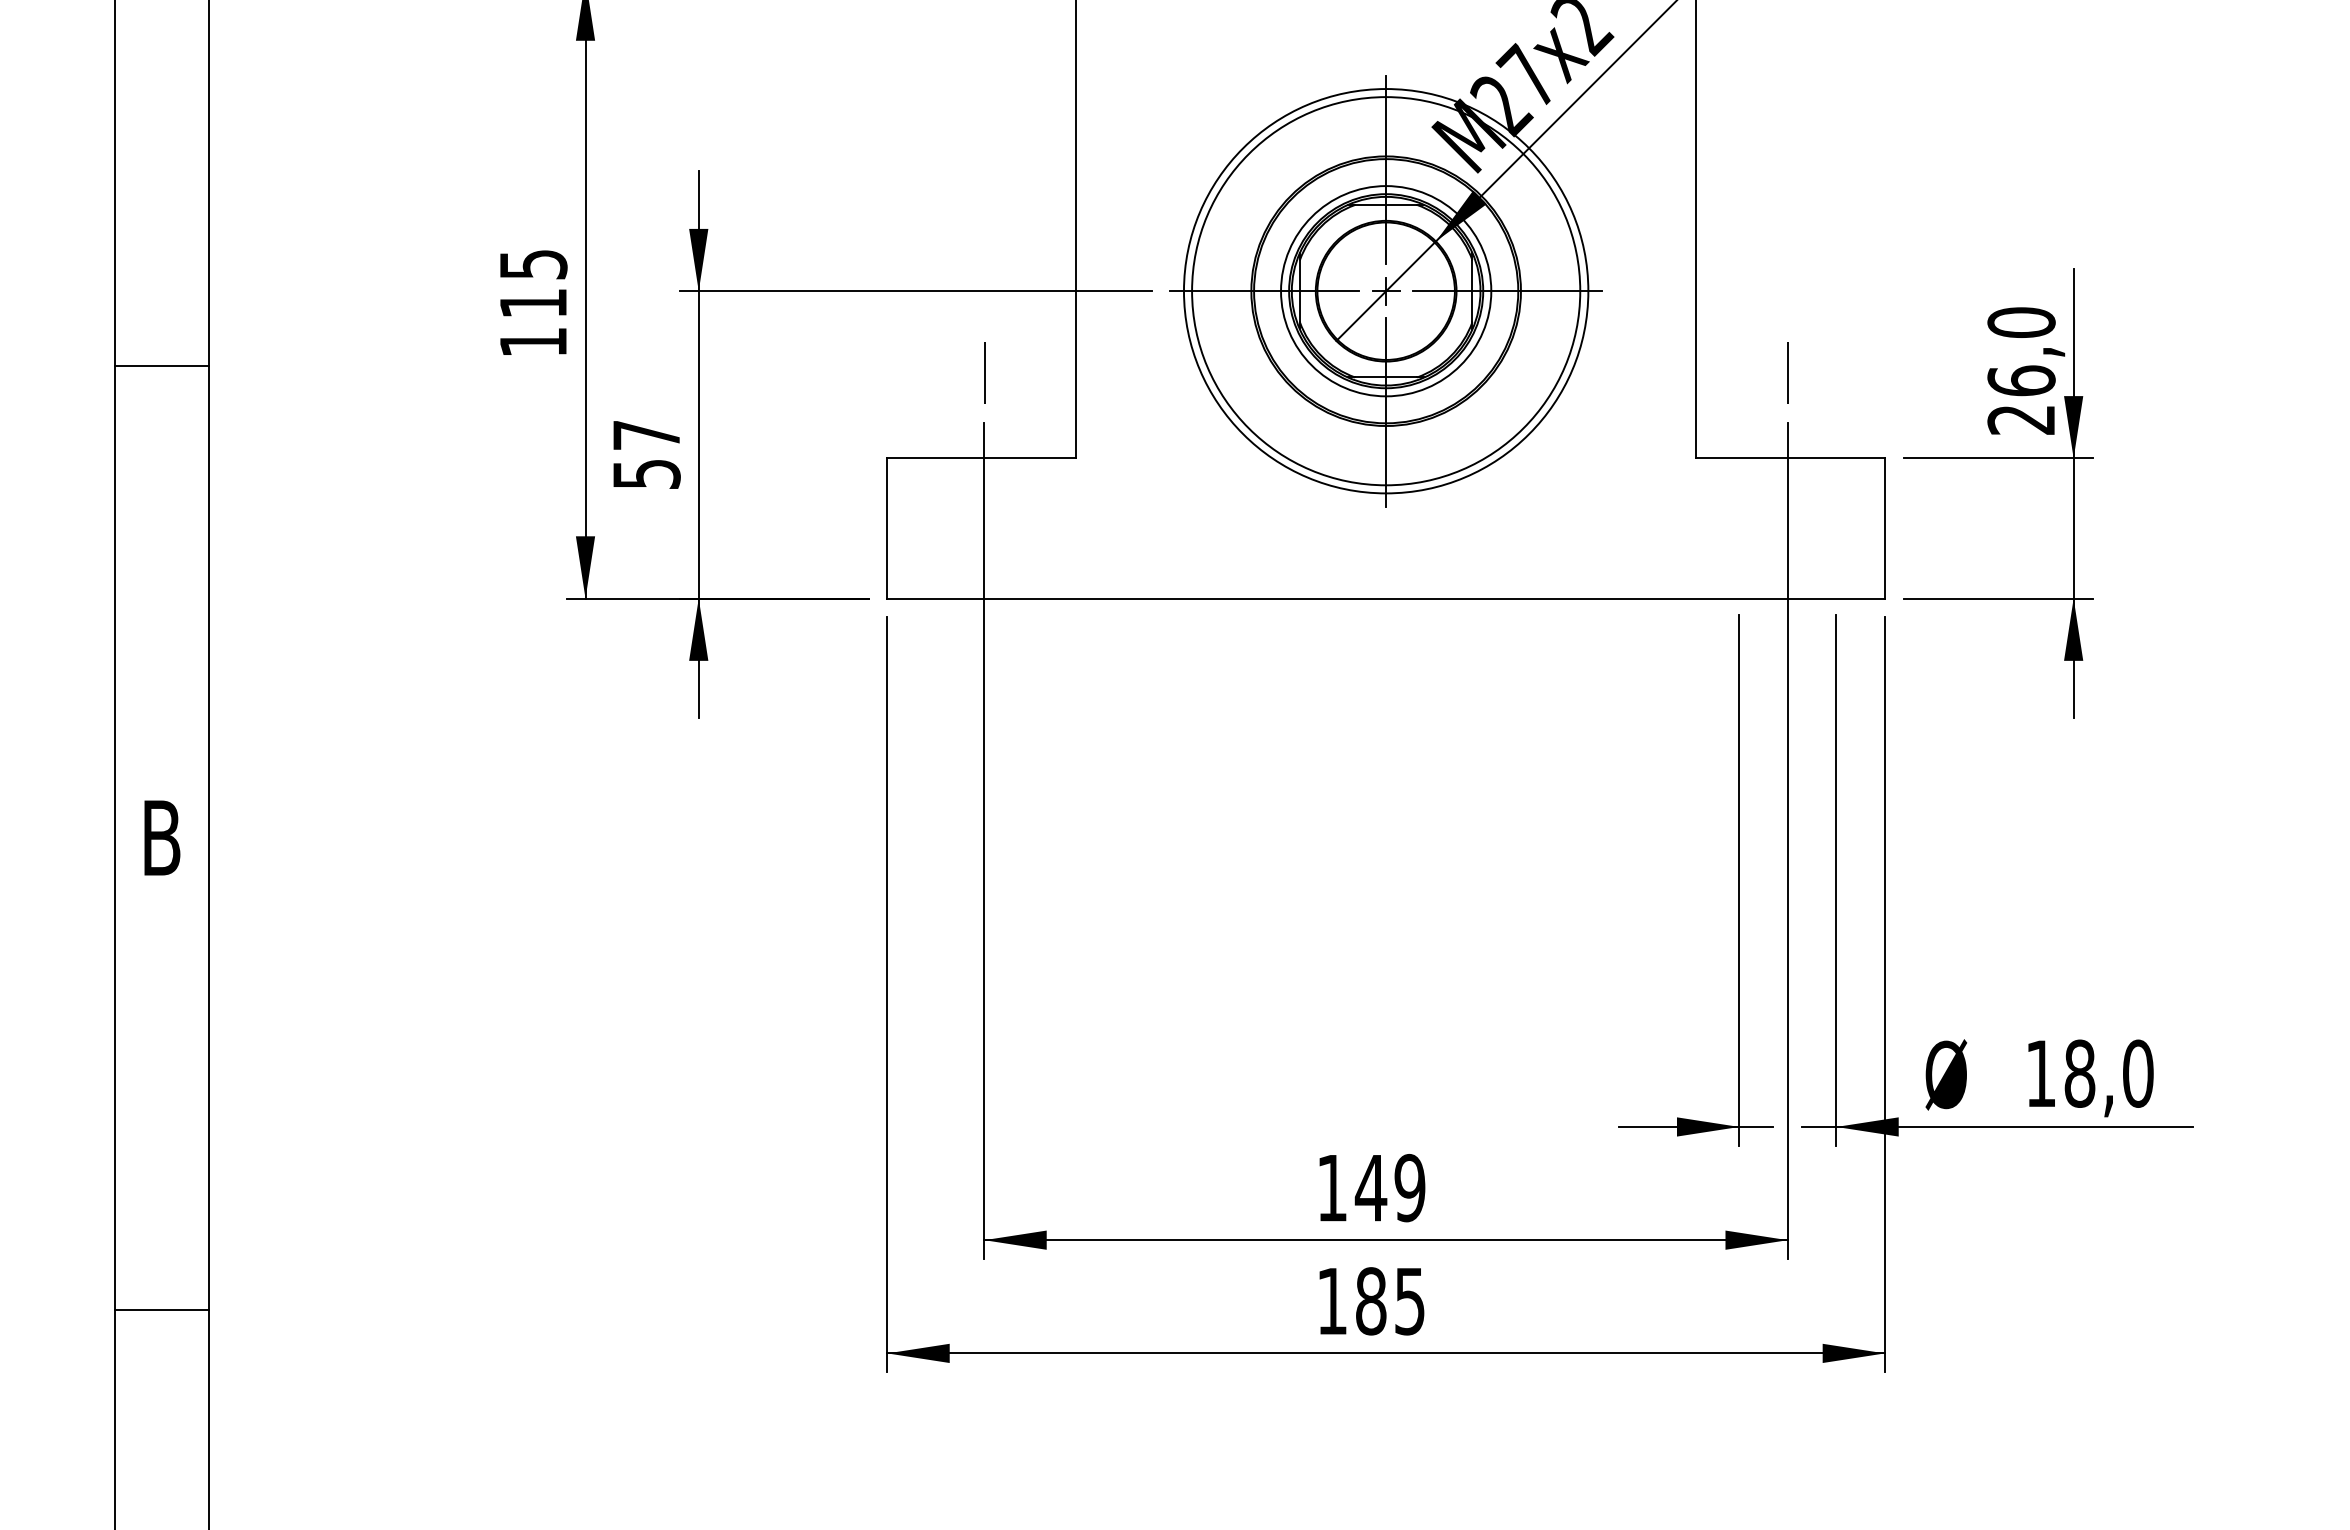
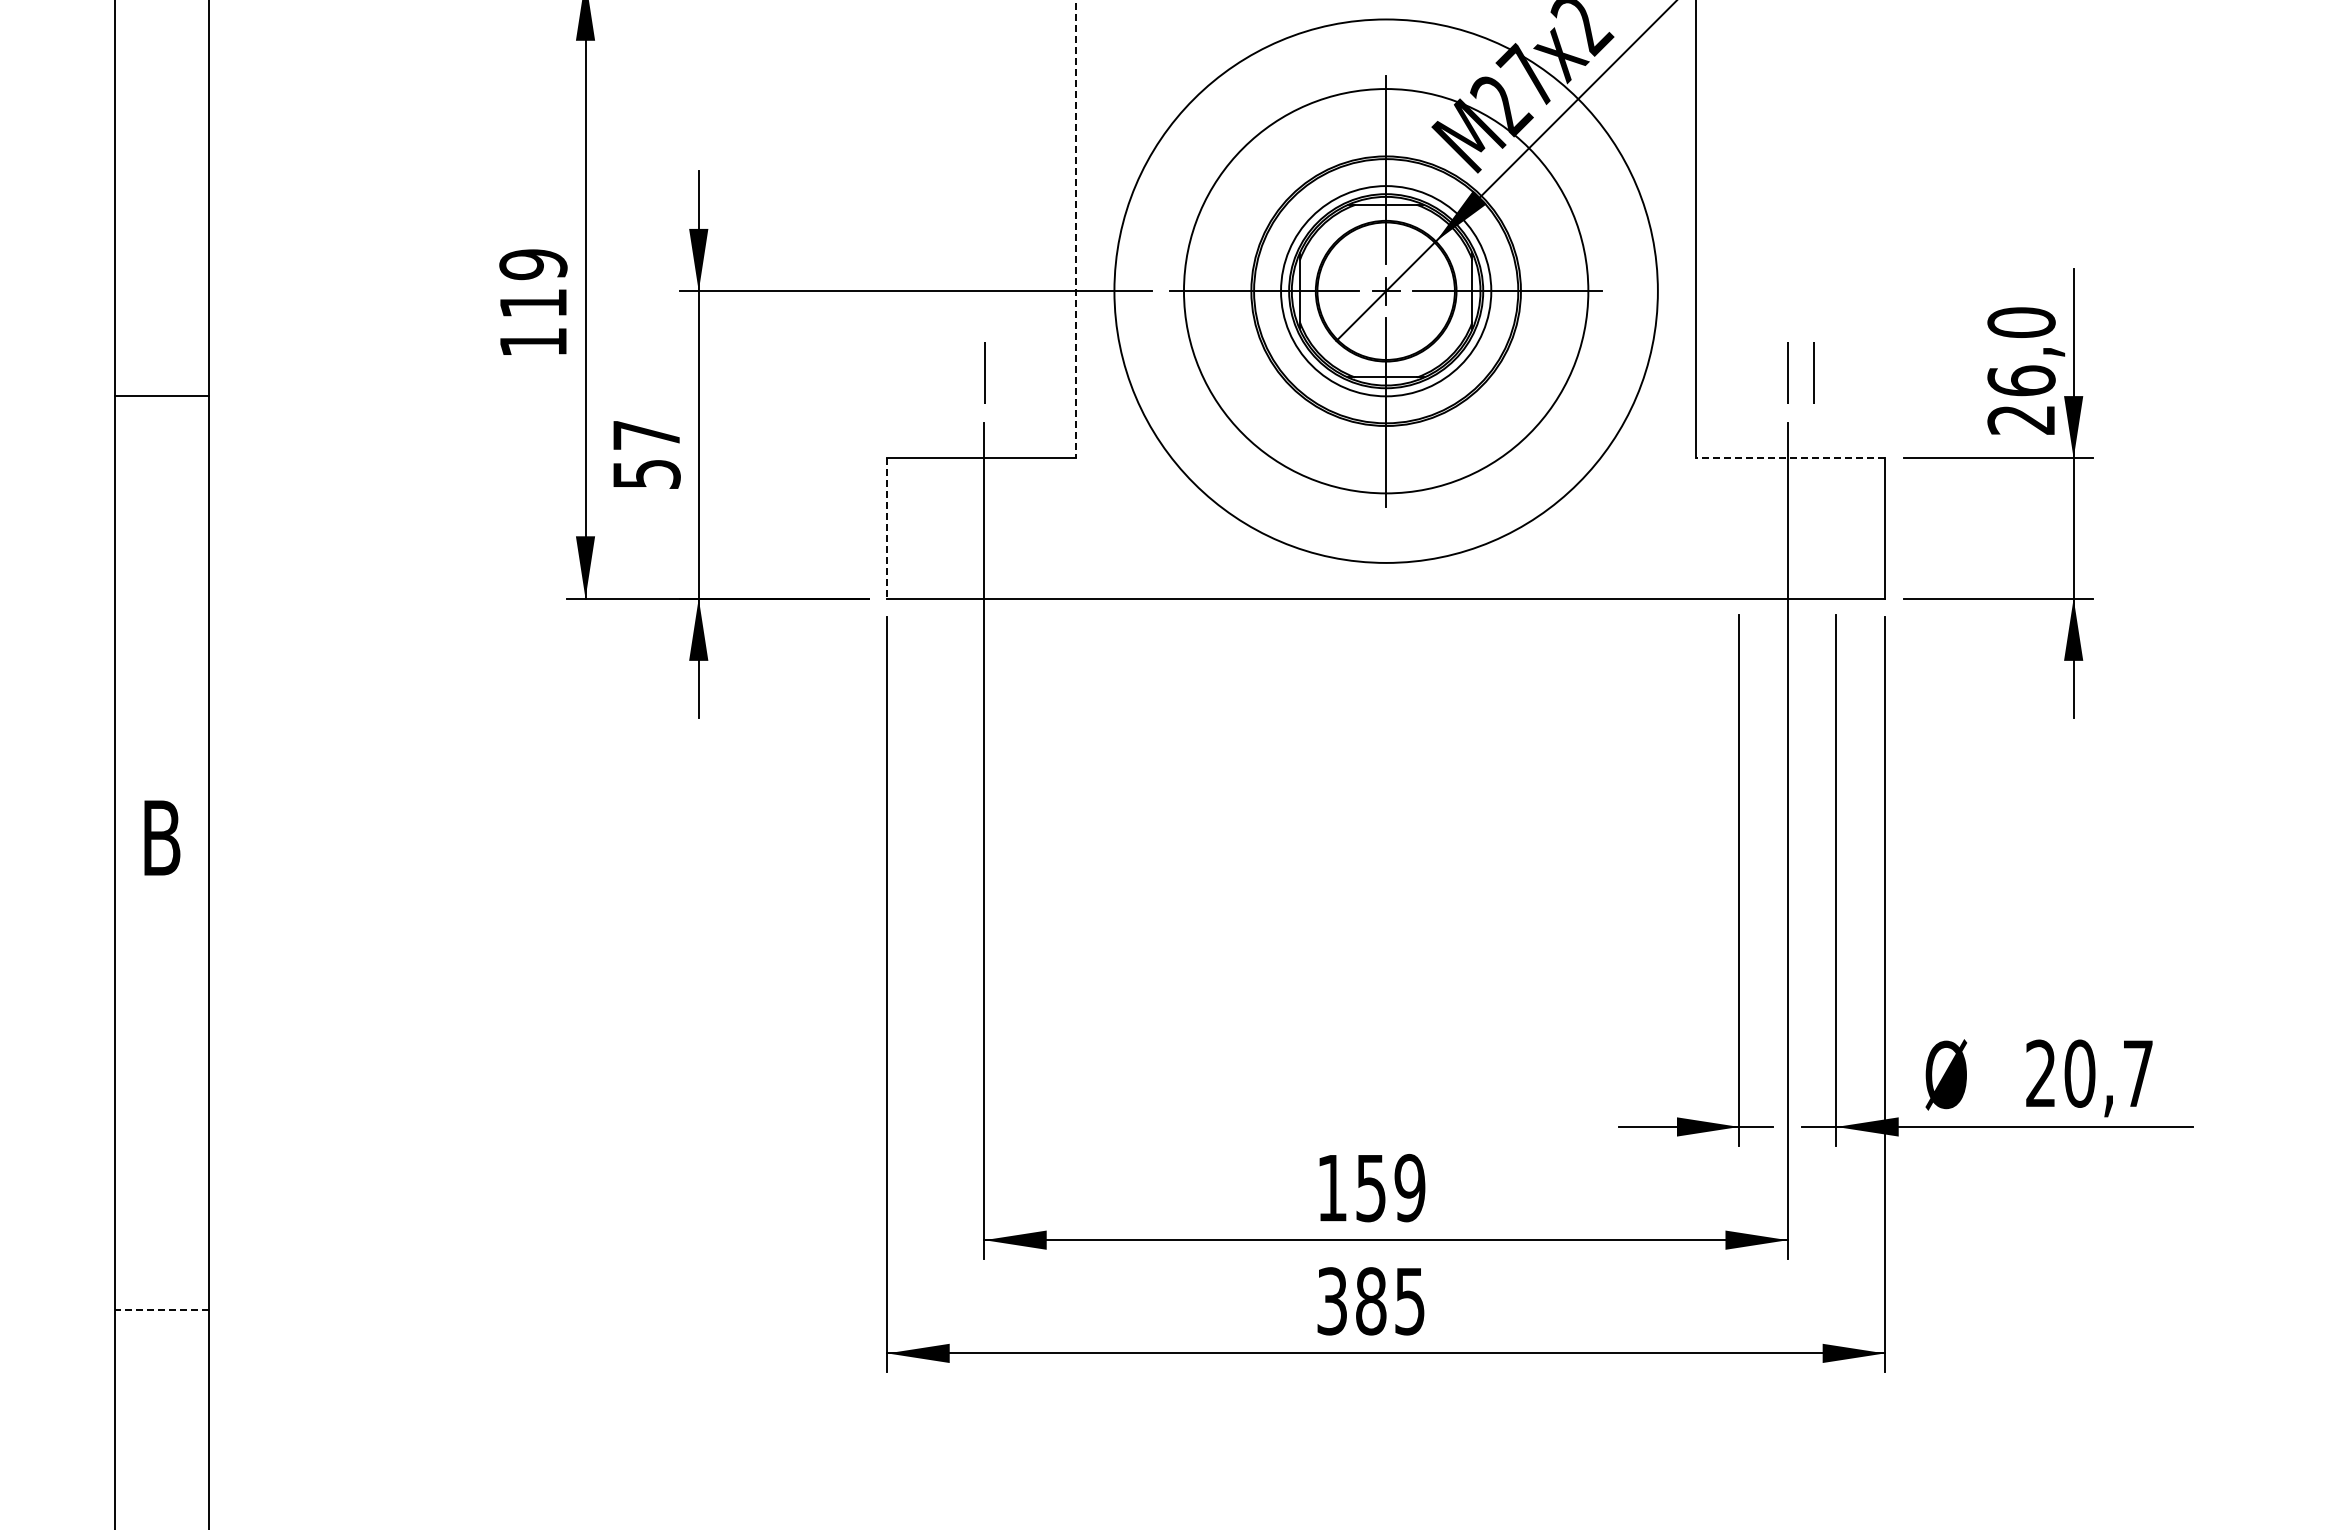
line at (1076, 229): solid -> dashed
text at (533, 264): 115 -> 119
circle at (1386, 291) diameter: 388 px -> 543 px
line at (161, 366) position: (161, 366) -> (161, 396)
line at (1813, 372): none -> present
line at (1790, 458): solid -> dashed
line at (887, 528): solid -> dashed
text at (2089, 1073): 18,0 -> 20,7
text at (1370, 1188): 149 -> 159
text at (1331, 1301): 185 -> 385
line at (161, 1310): solid -> dashed
